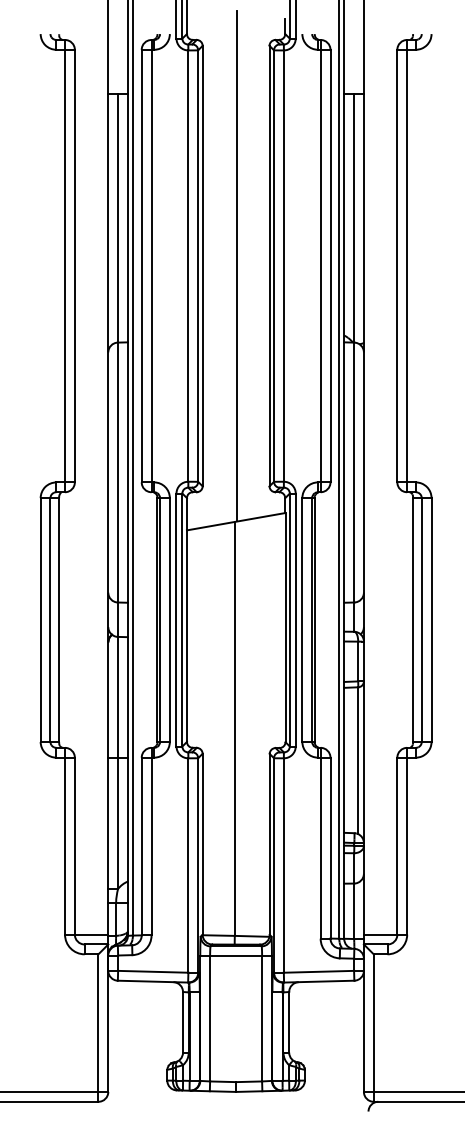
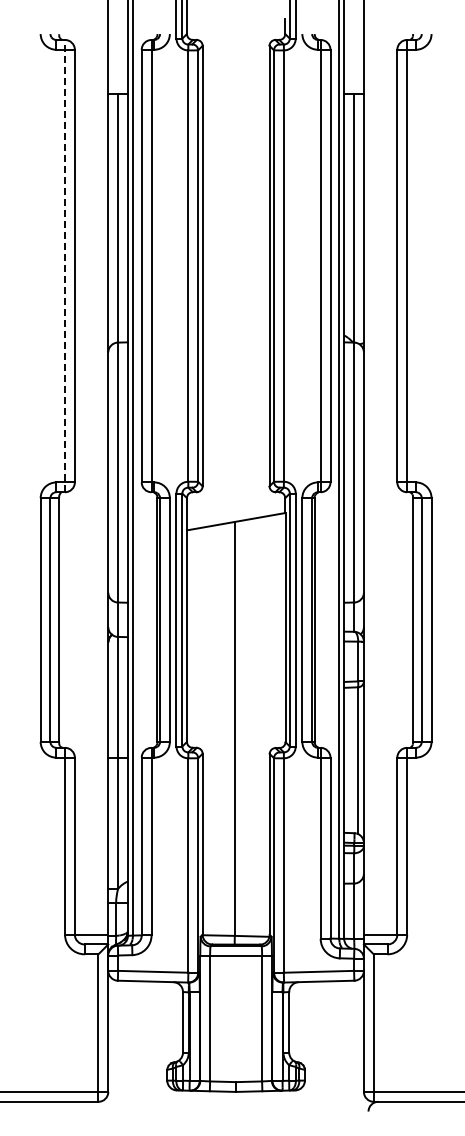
line at (65, 265): solid -> dashed
line at (237, 265): present -> none
